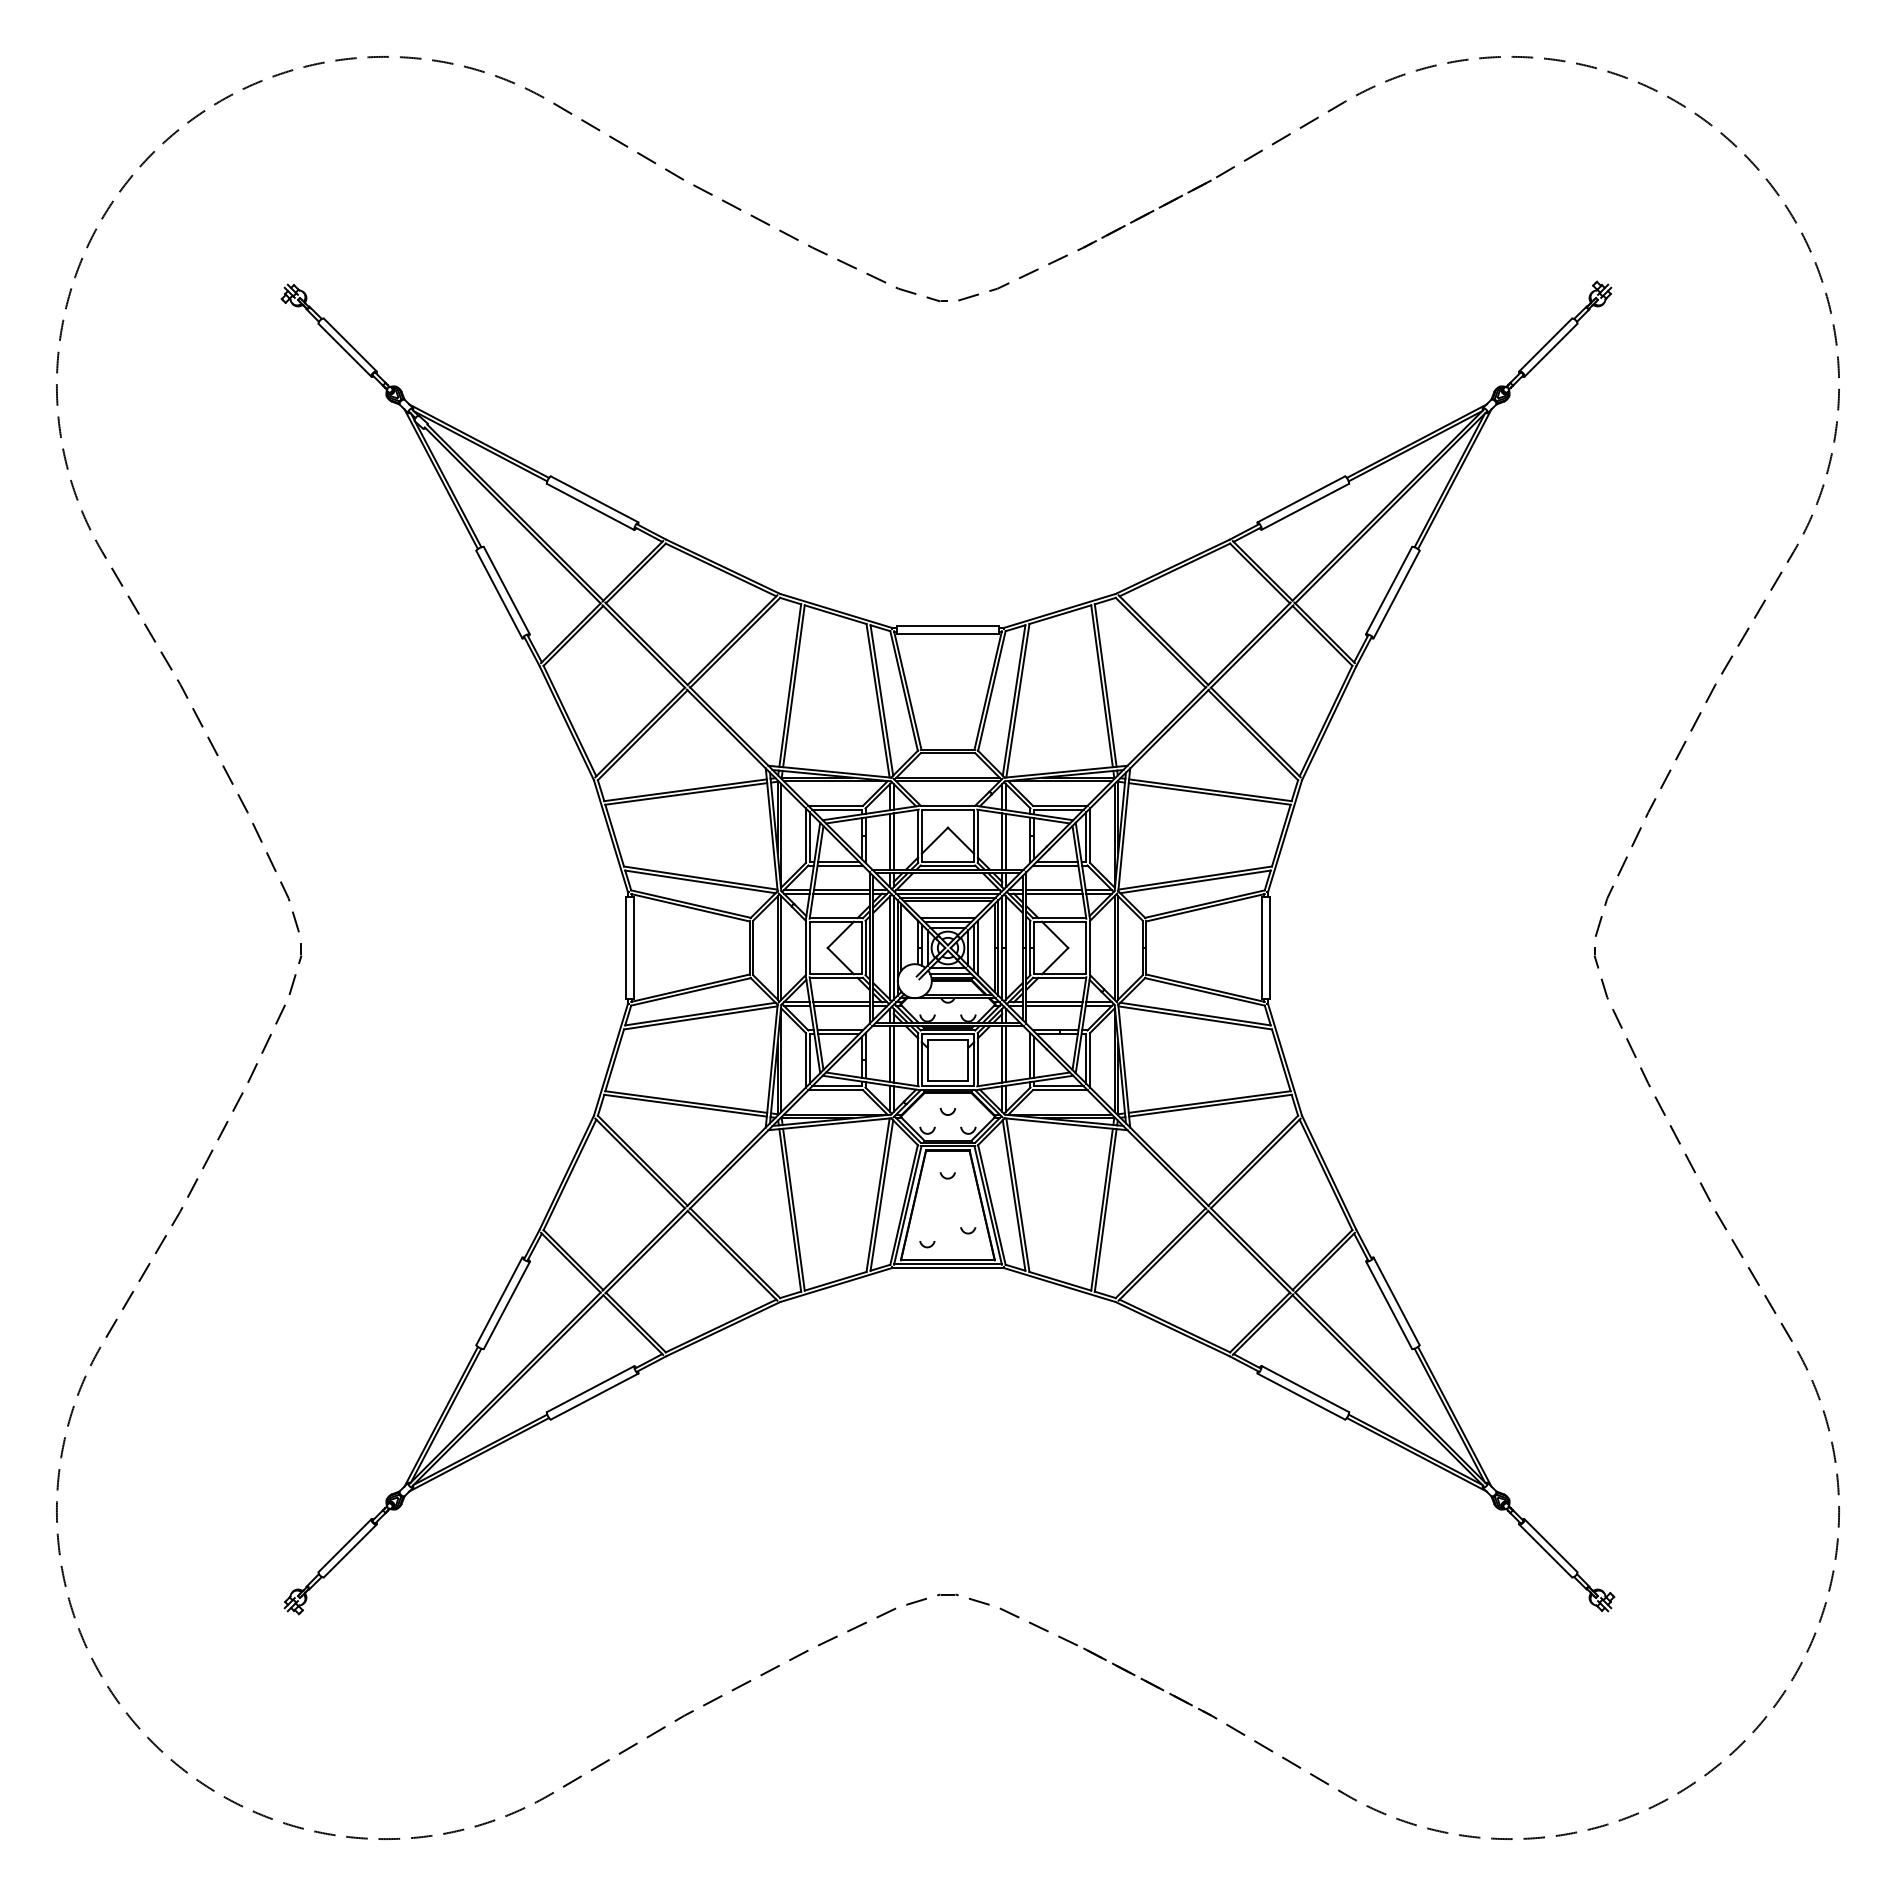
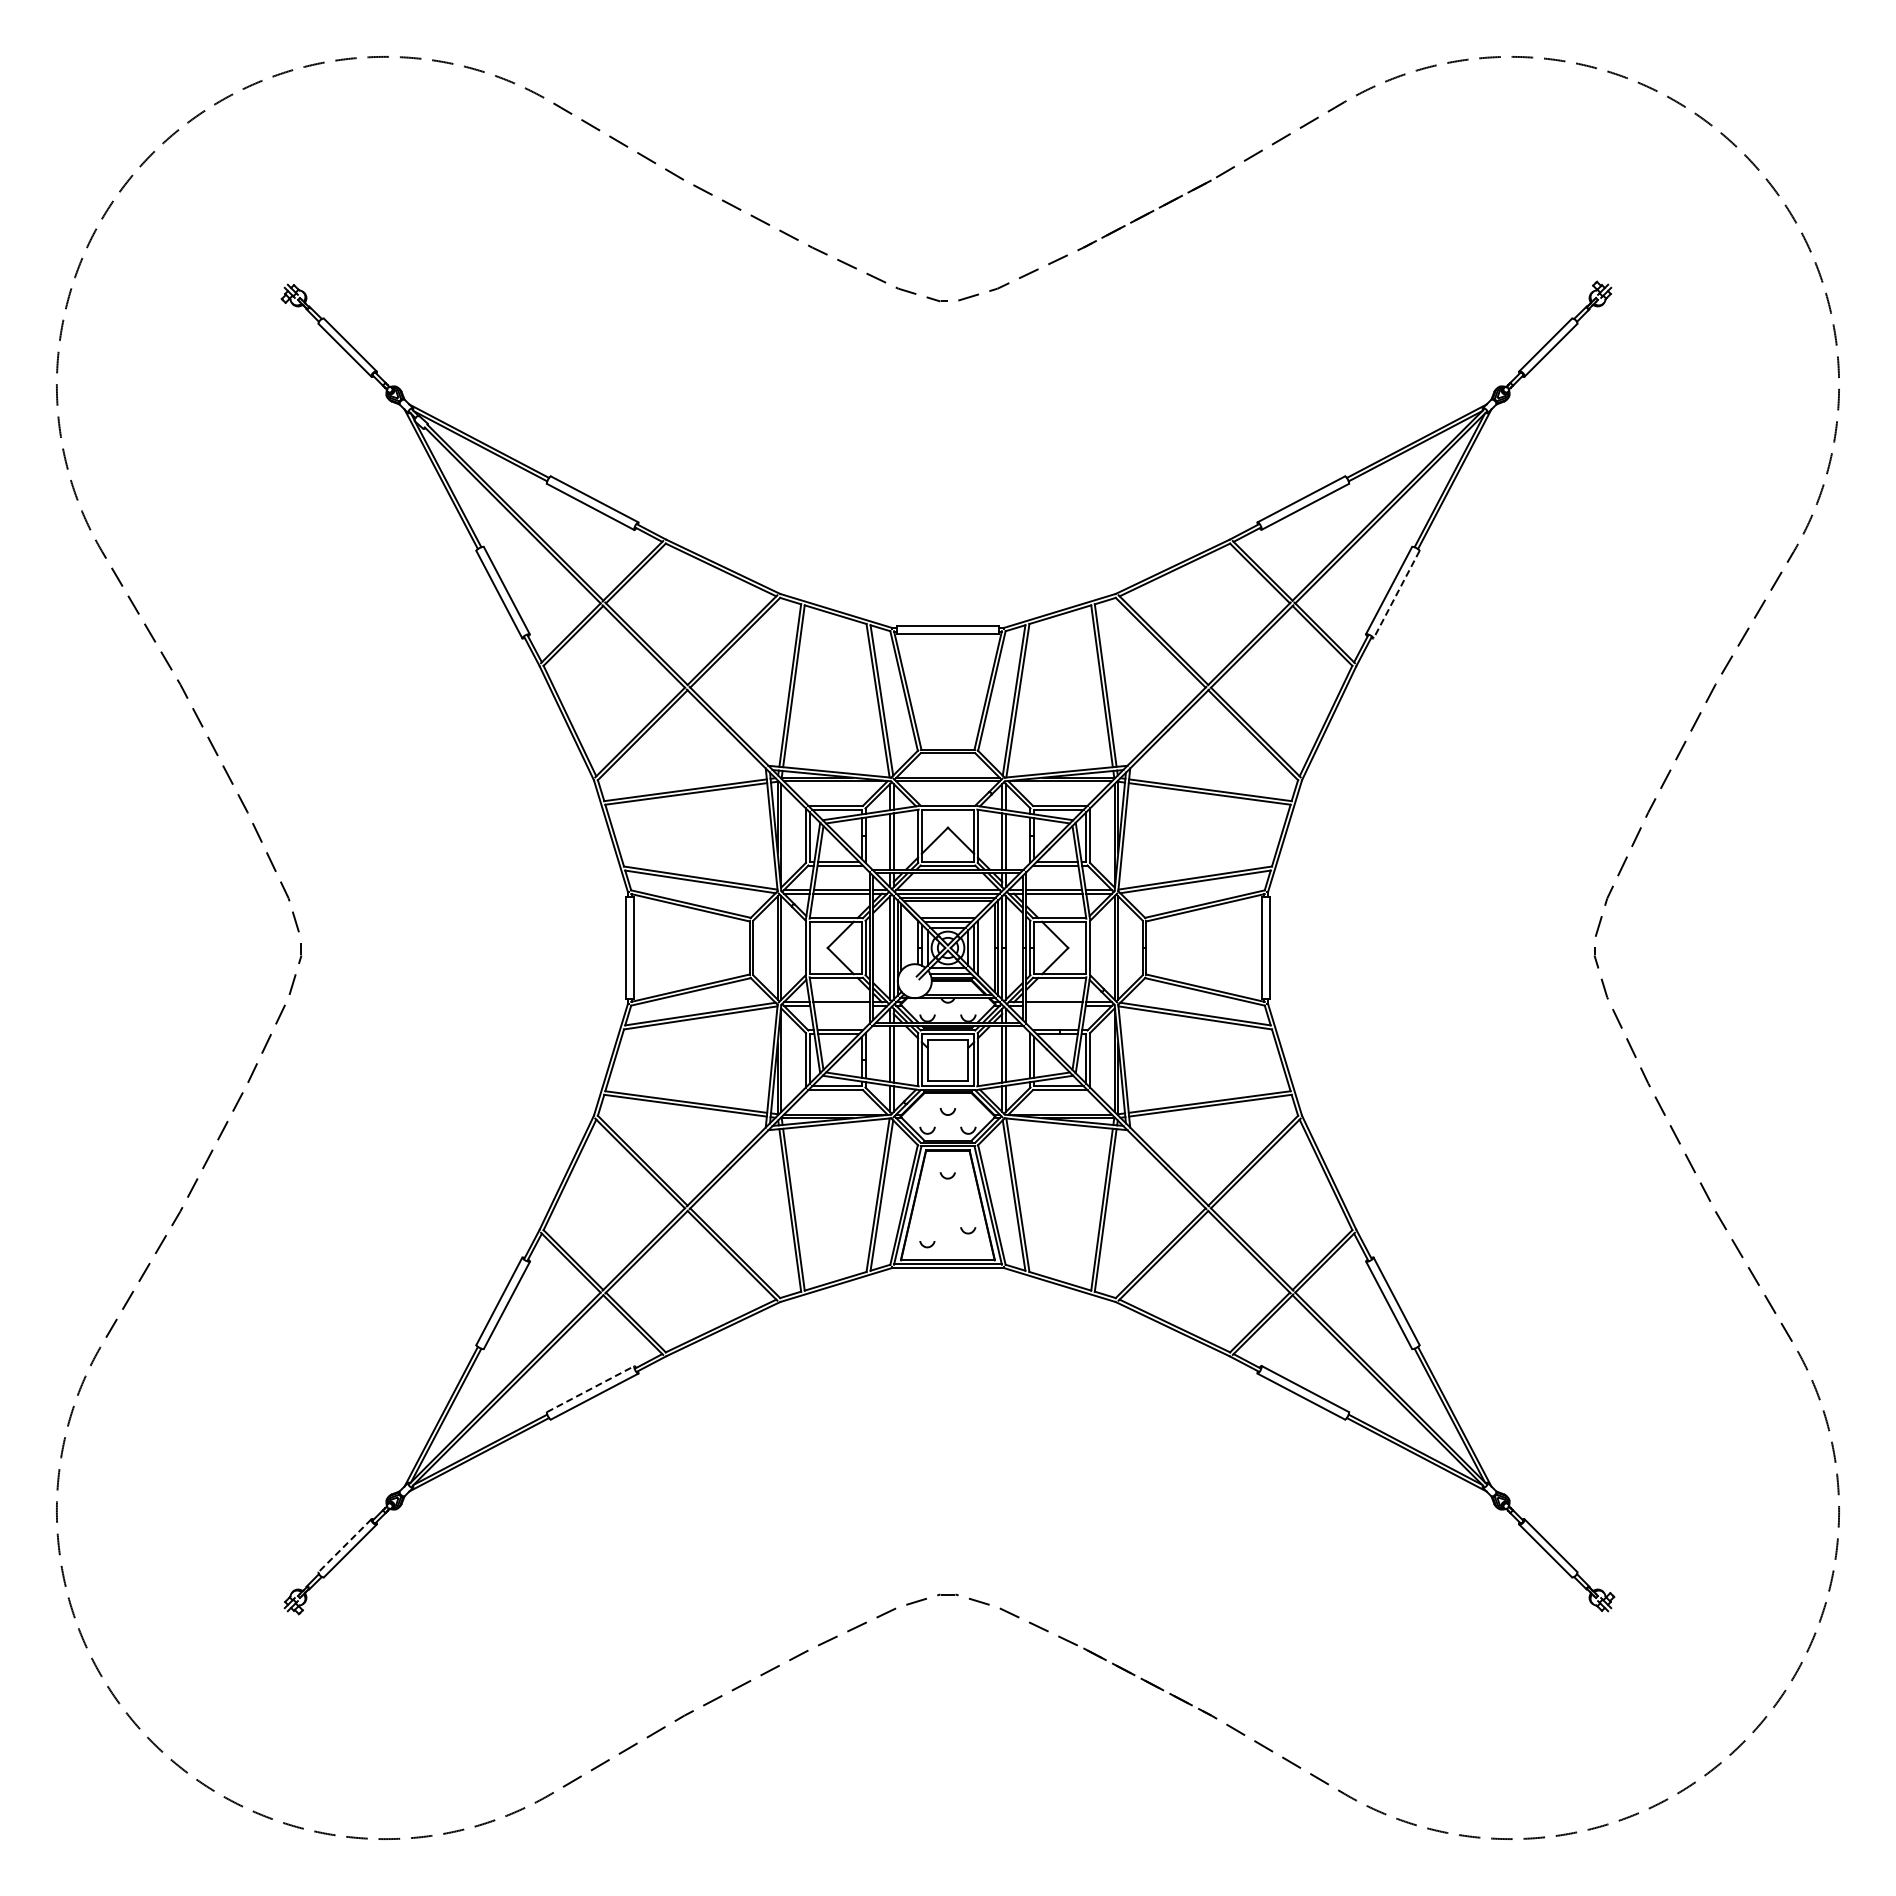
line at (1396, 595): solid -> dashed
line at (841, 1006): present -> none
line at (1054, 1006): present -> none
line at (591, 1388): solid -> dashed
line at (344, 1545): solid -> dashed
